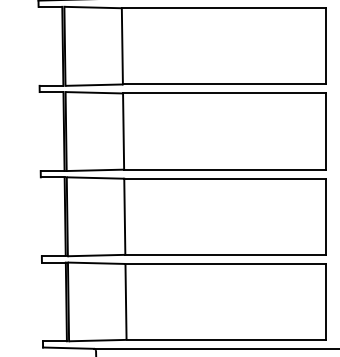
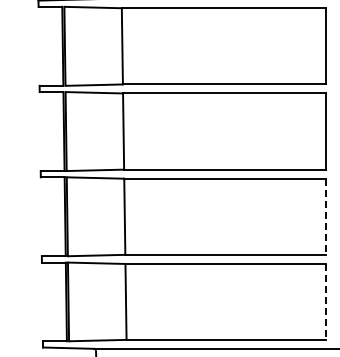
line at (325, 217): solid -> dashed
line at (325, 301): solid -> dashed
